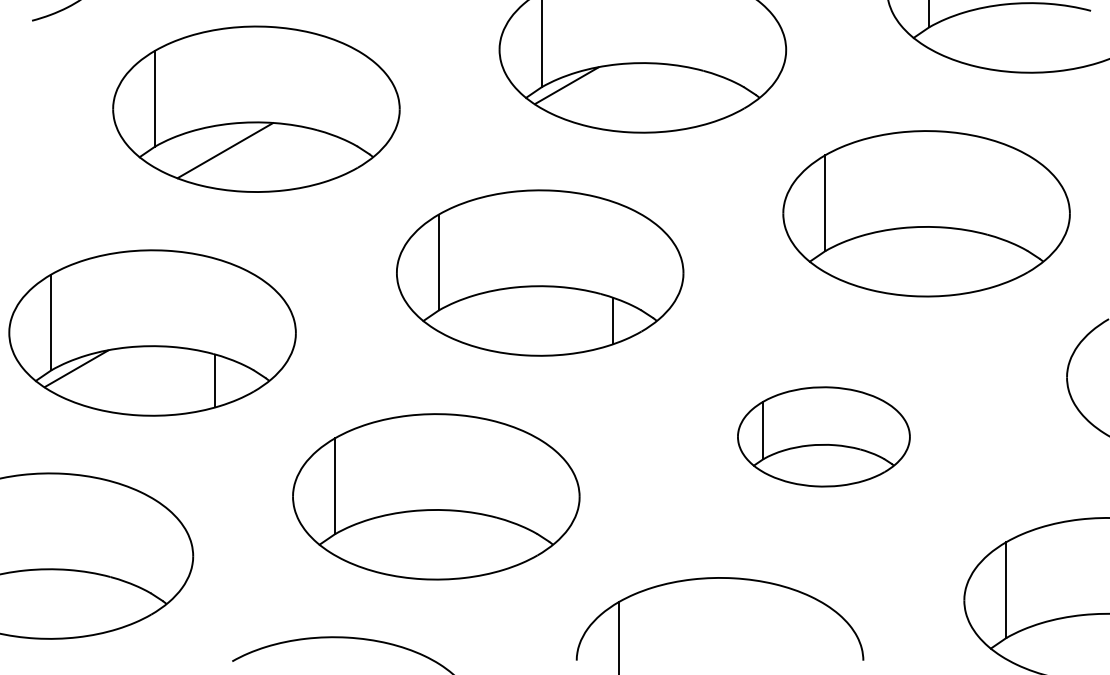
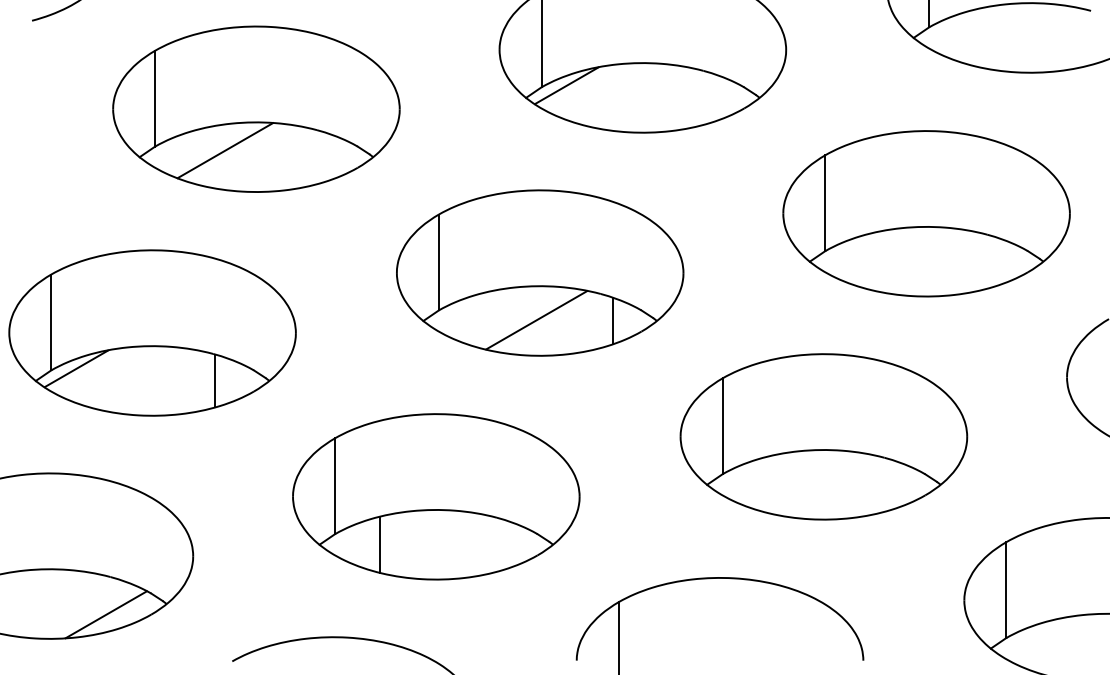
line at (536, 320): none -> present
part at (823, 436) size: 174x102 px -> 290x168 px
line at (379, 544): none -> present
line at (105, 614): none -> present
